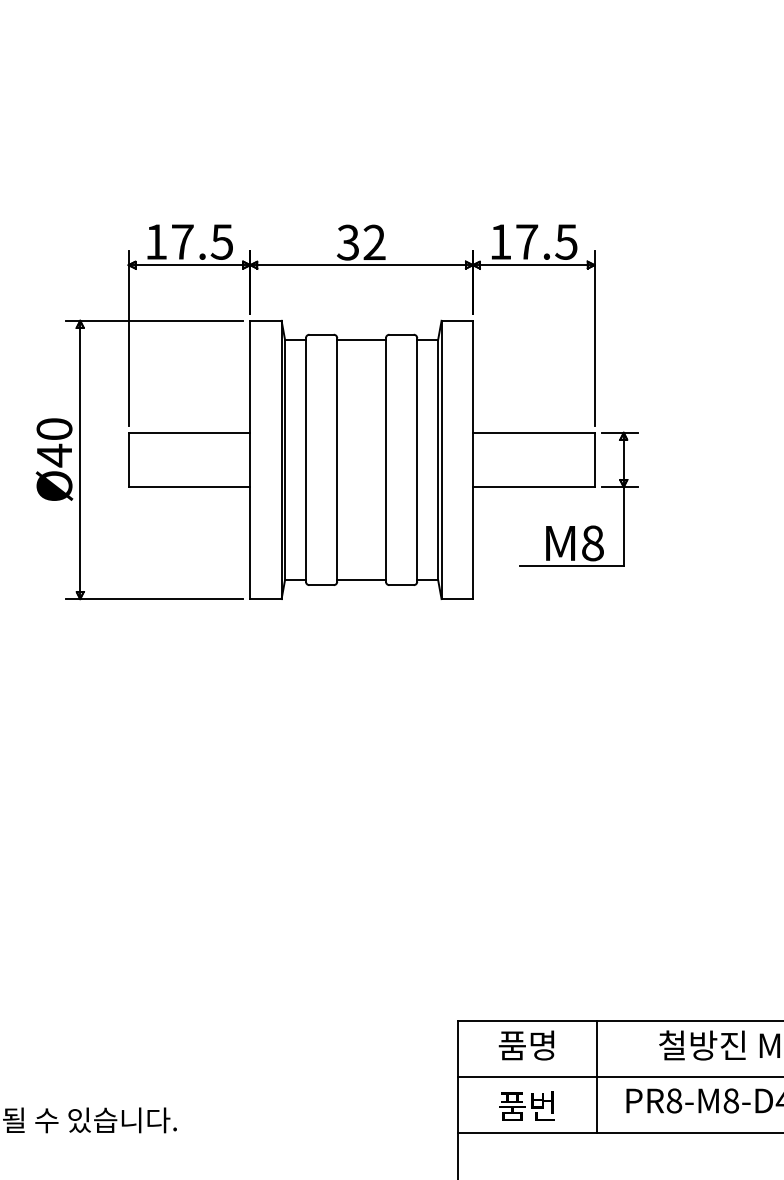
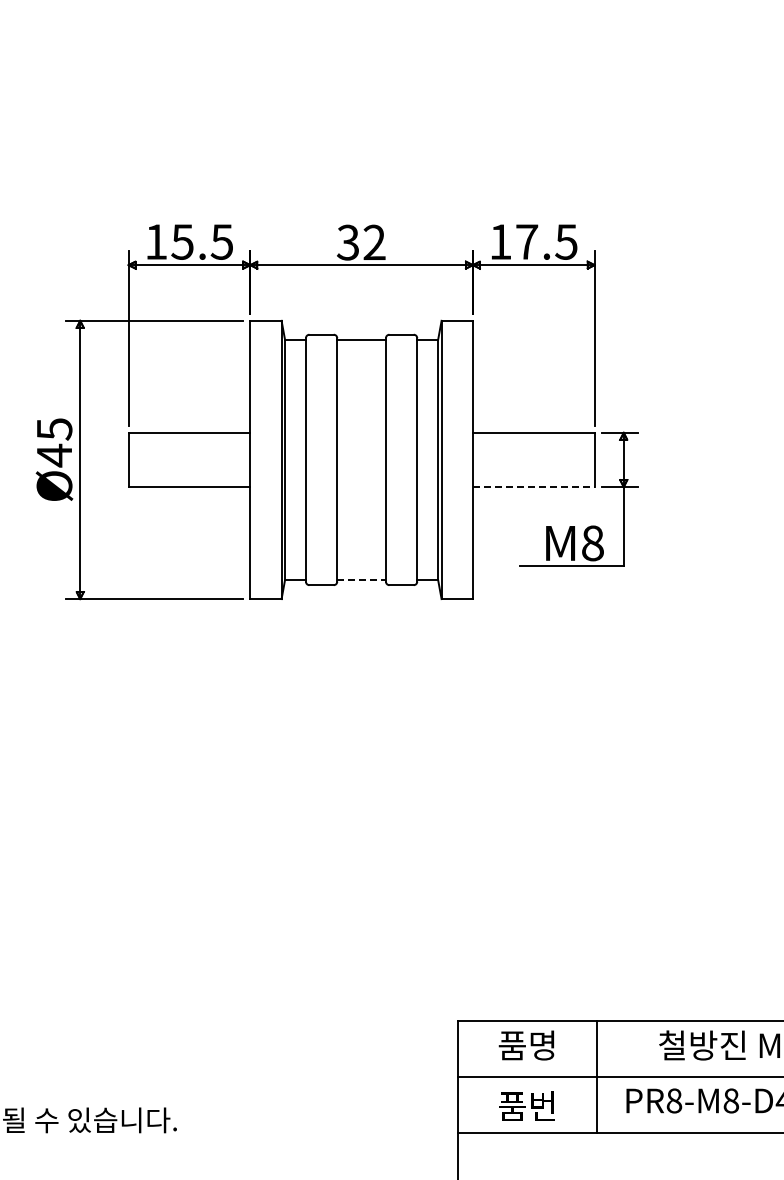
text at (182, 241): 17.5 -> 15.5
text at (54, 429): Ø40 -> Ø45
line at (533, 487): solid -> dashed
line at (362, 579): solid -> dashed
